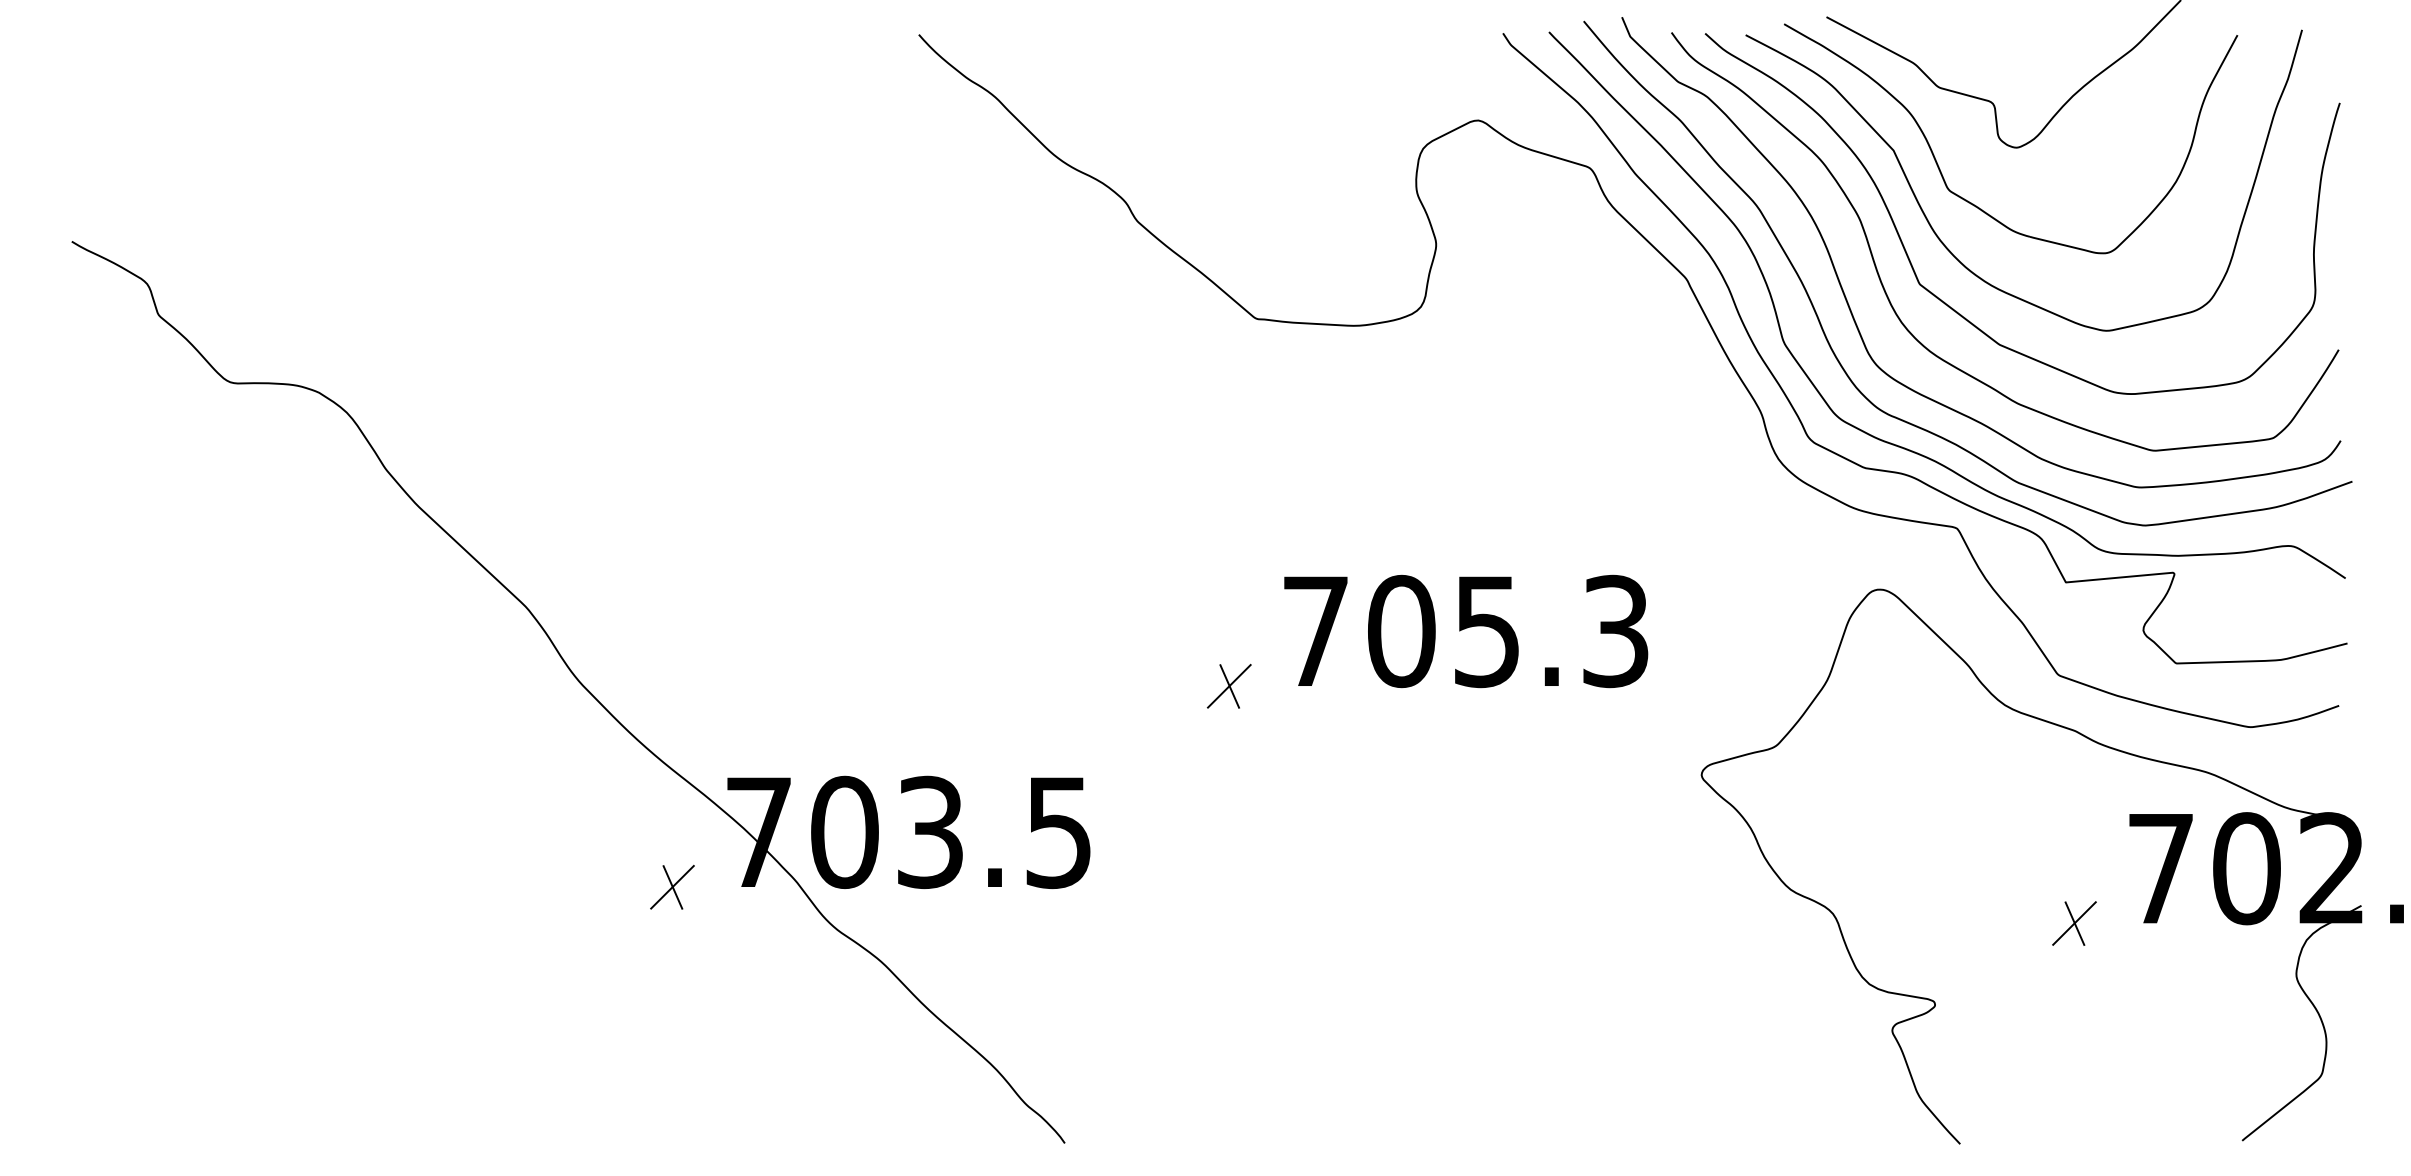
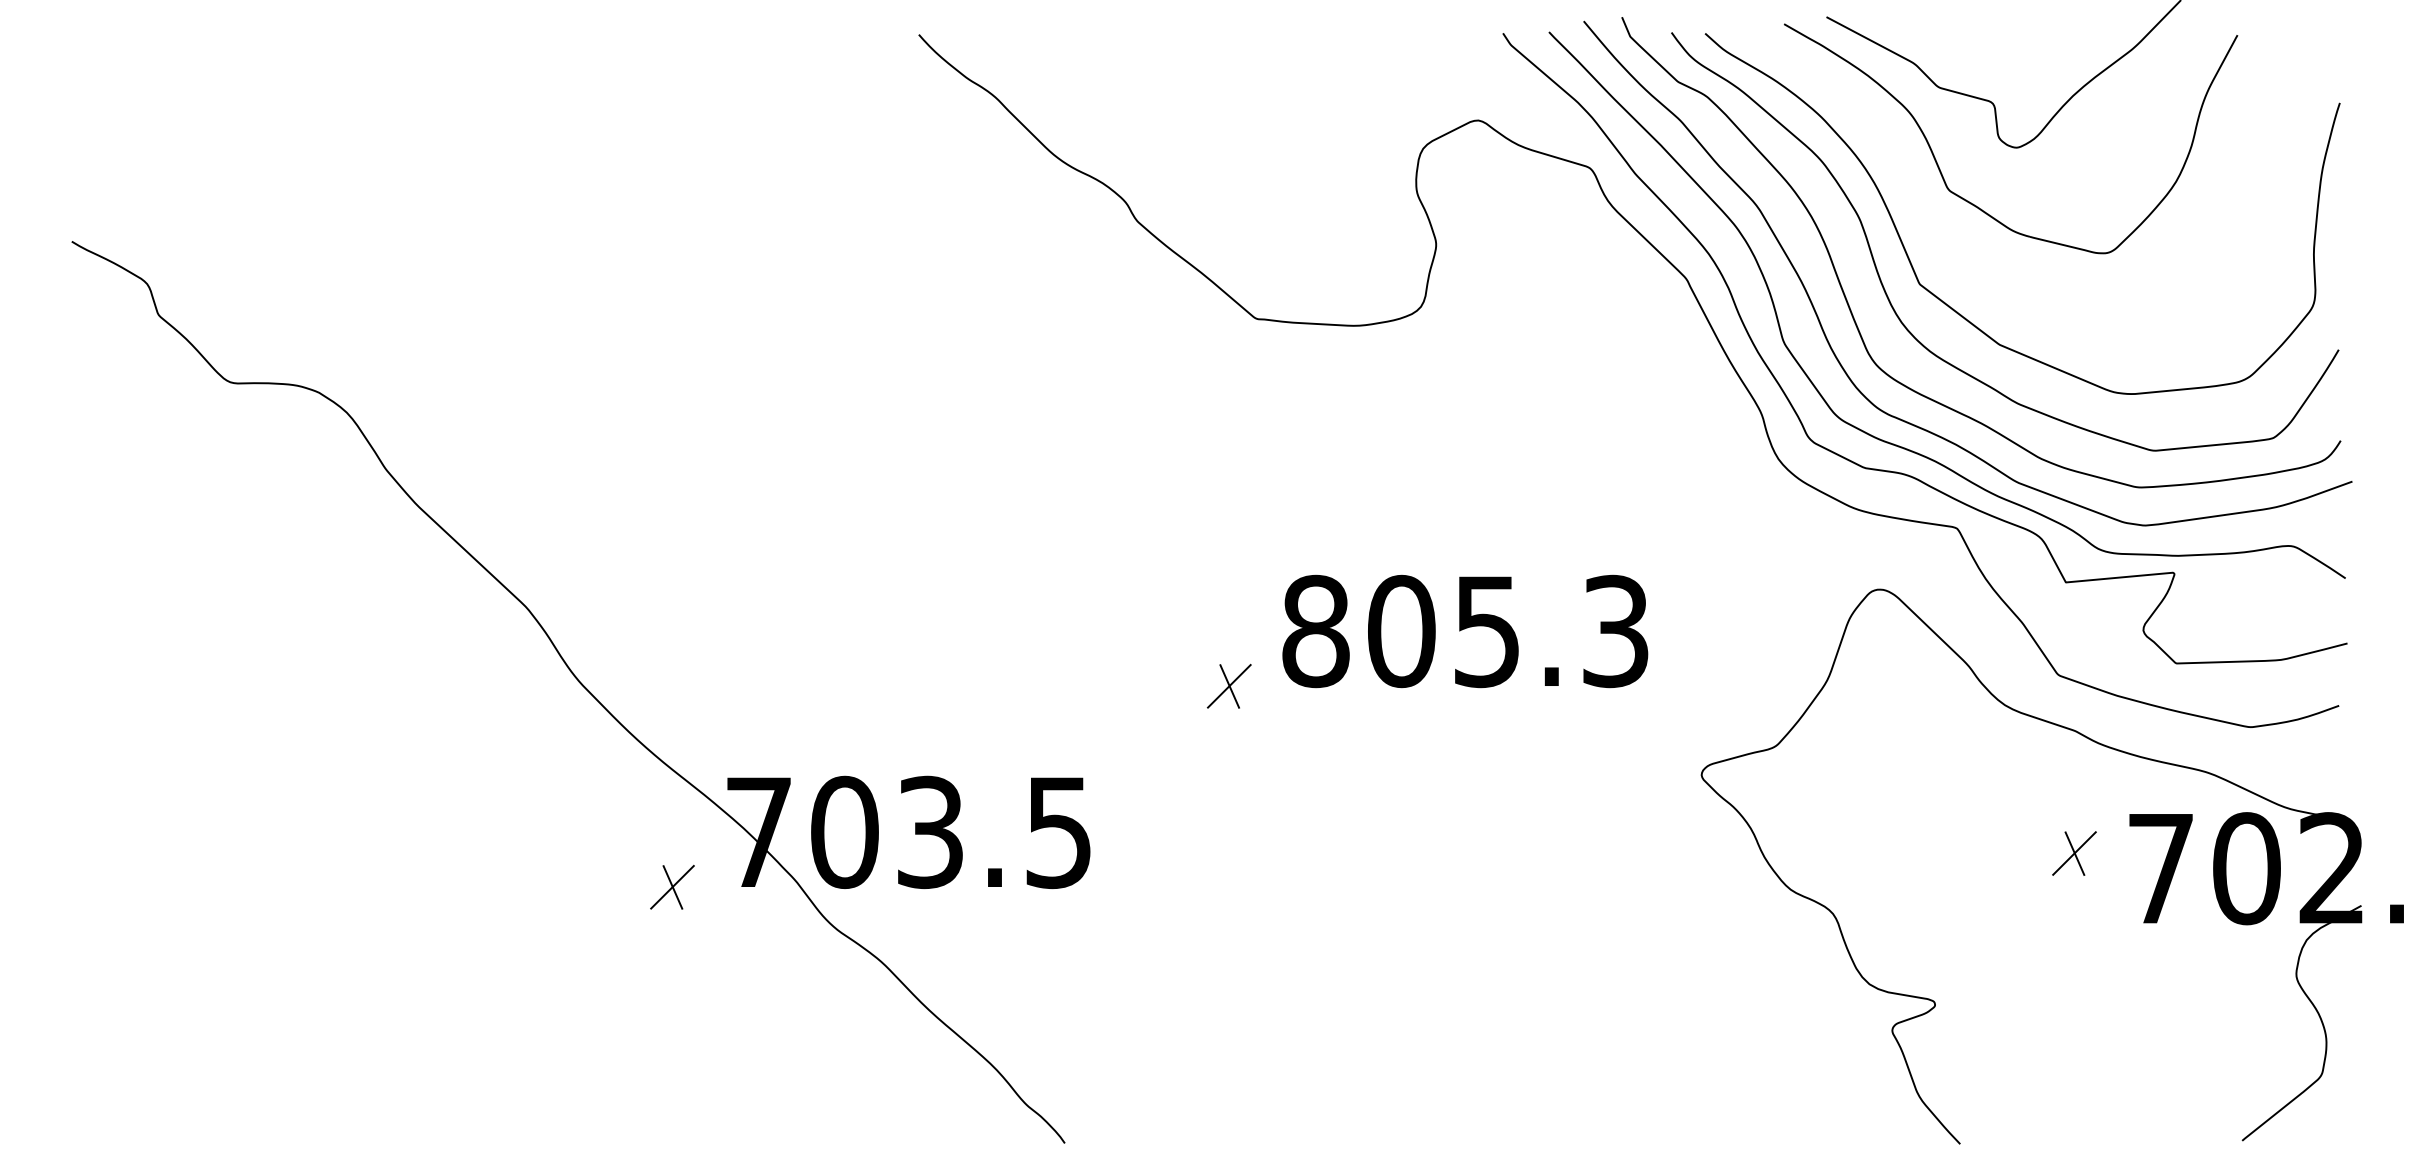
curve at (1944, 243): present -> none
text at (1315, 631): 705.3 -> 805.3
part at (2074, 923) position: (2074, 923) -> (2074, 853)
